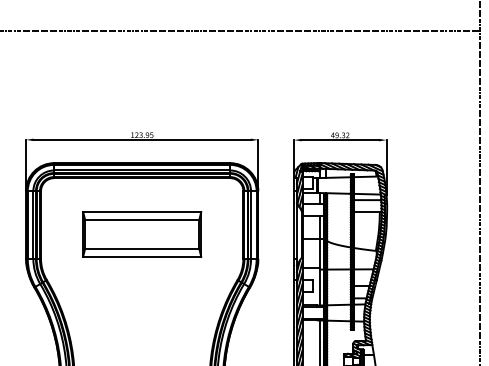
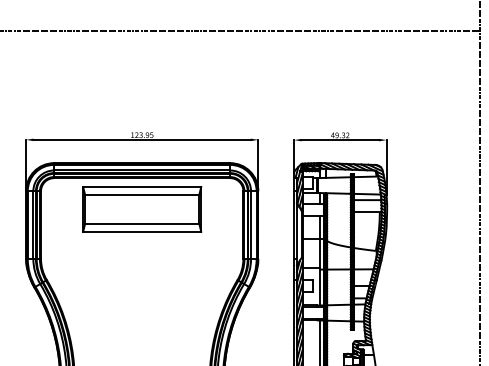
part at (142, 234) position: (142, 234) -> (142, 209)
